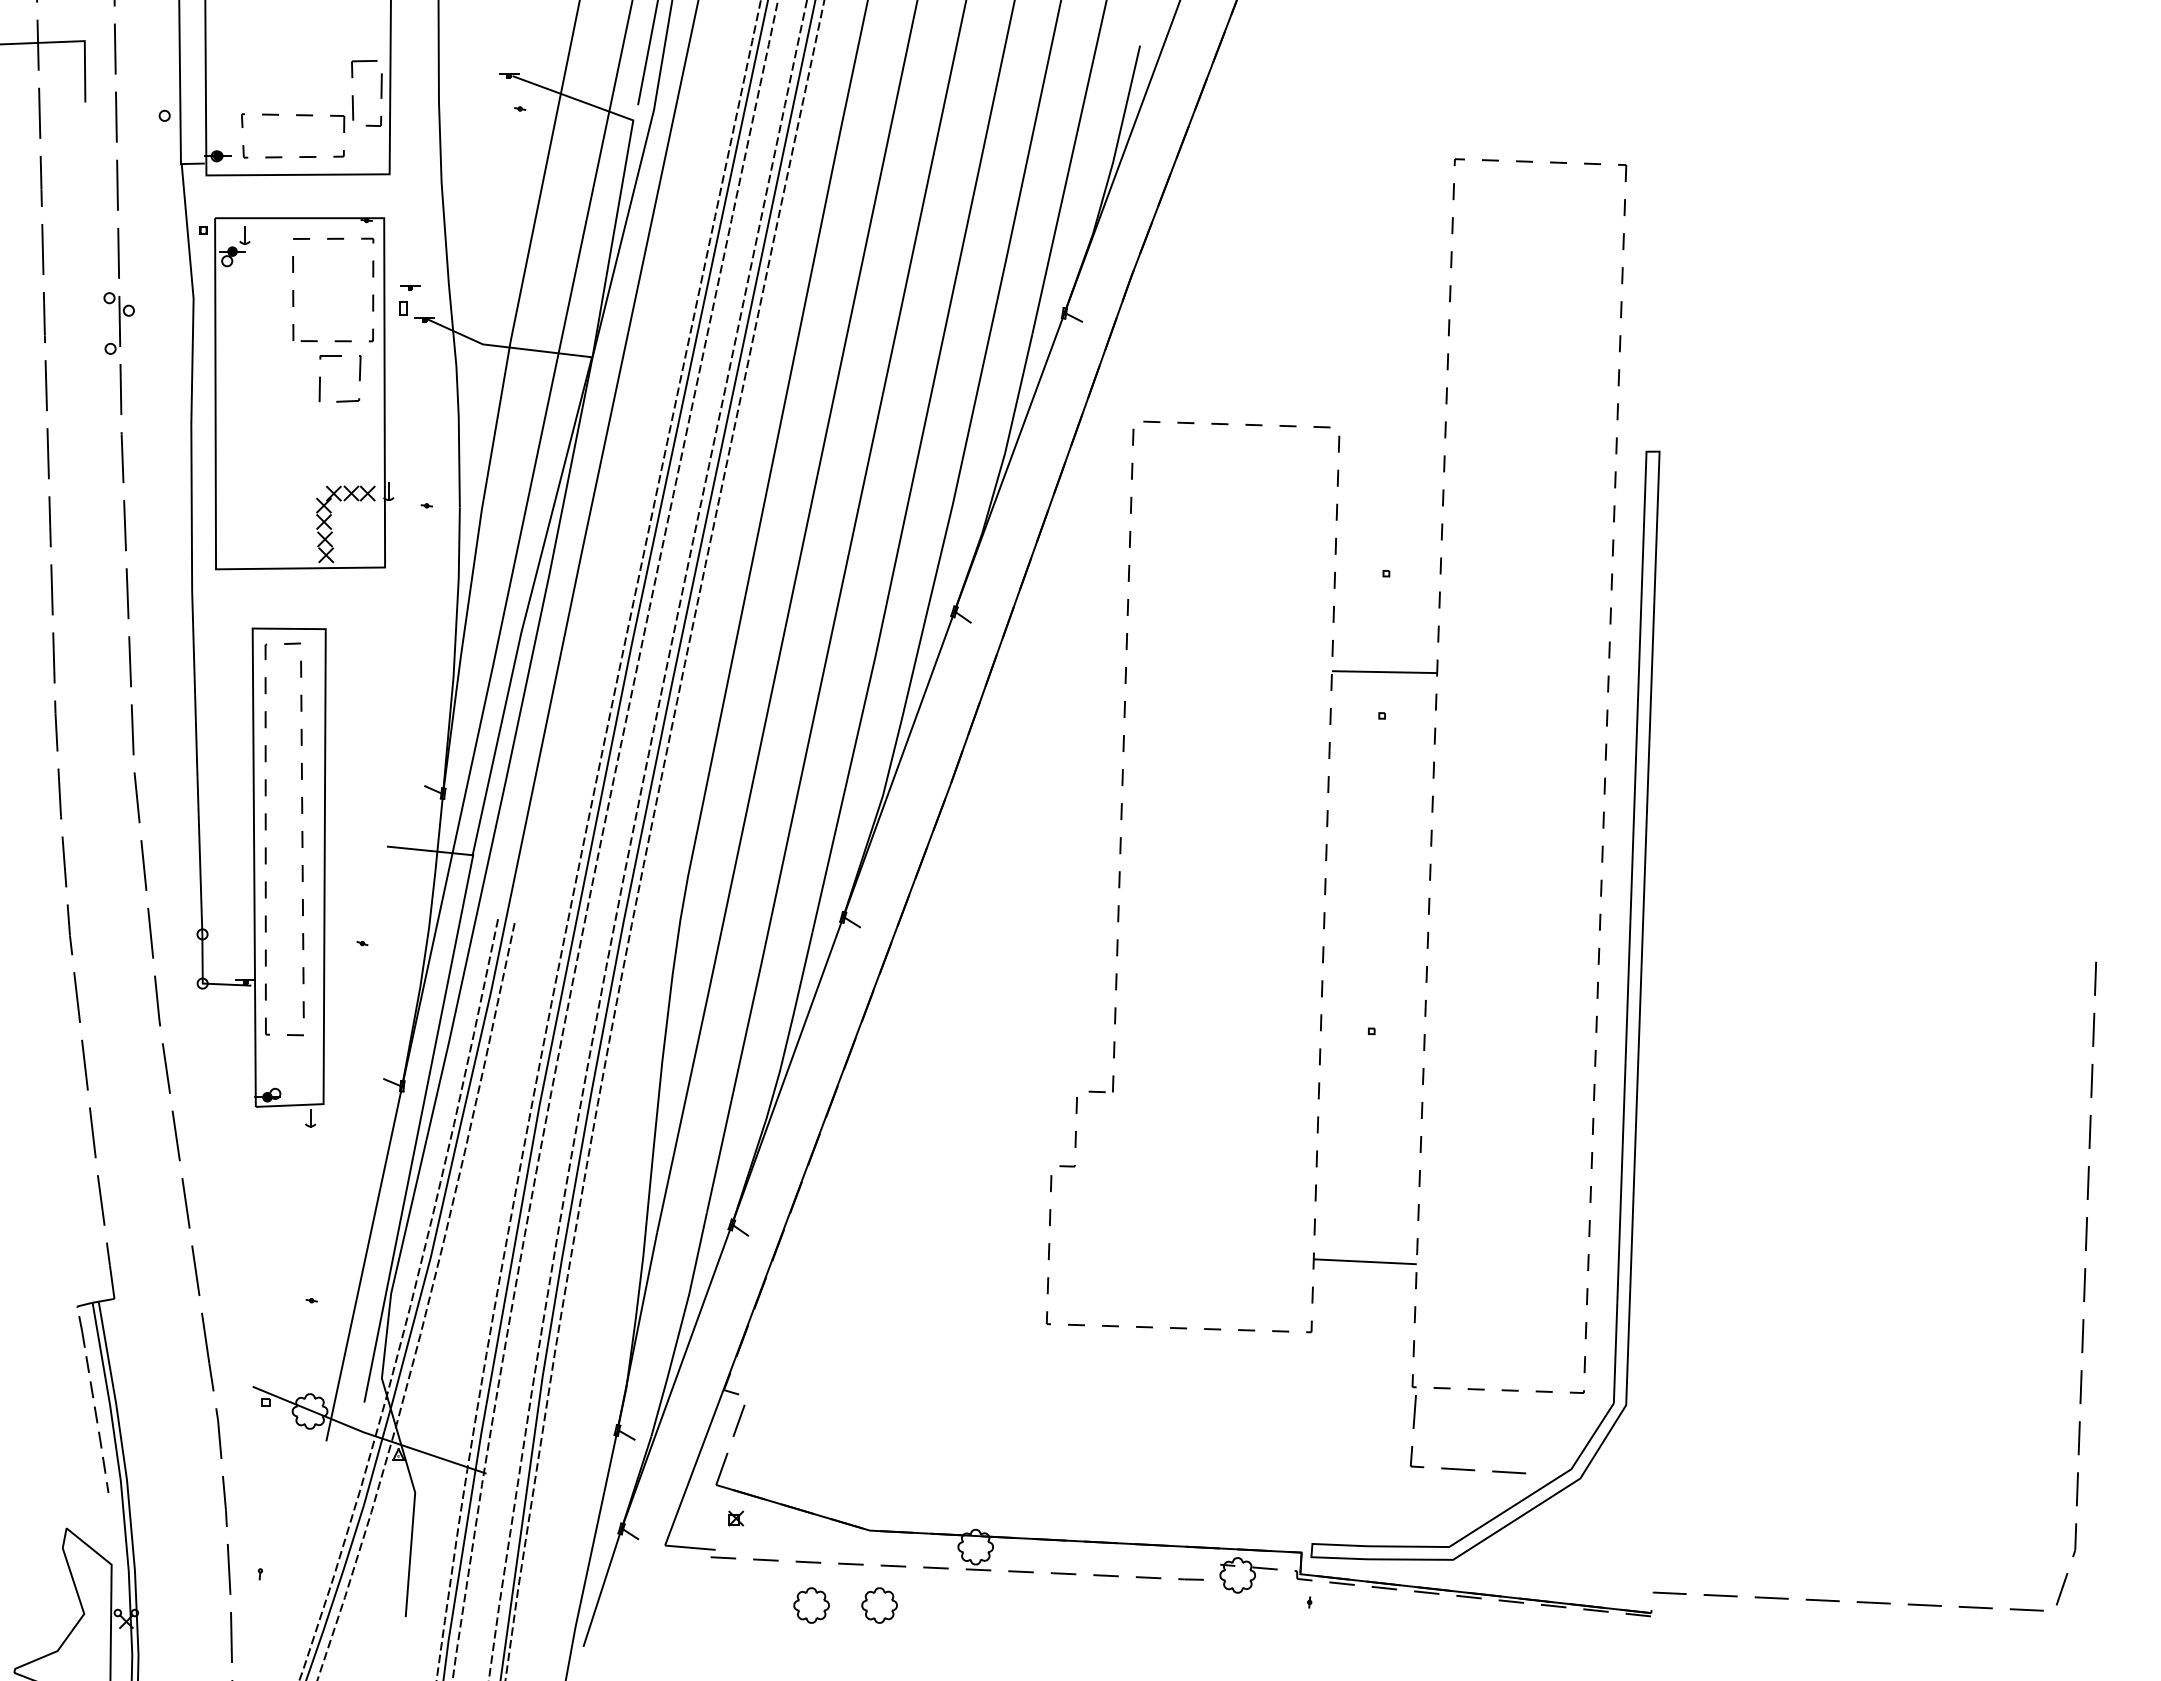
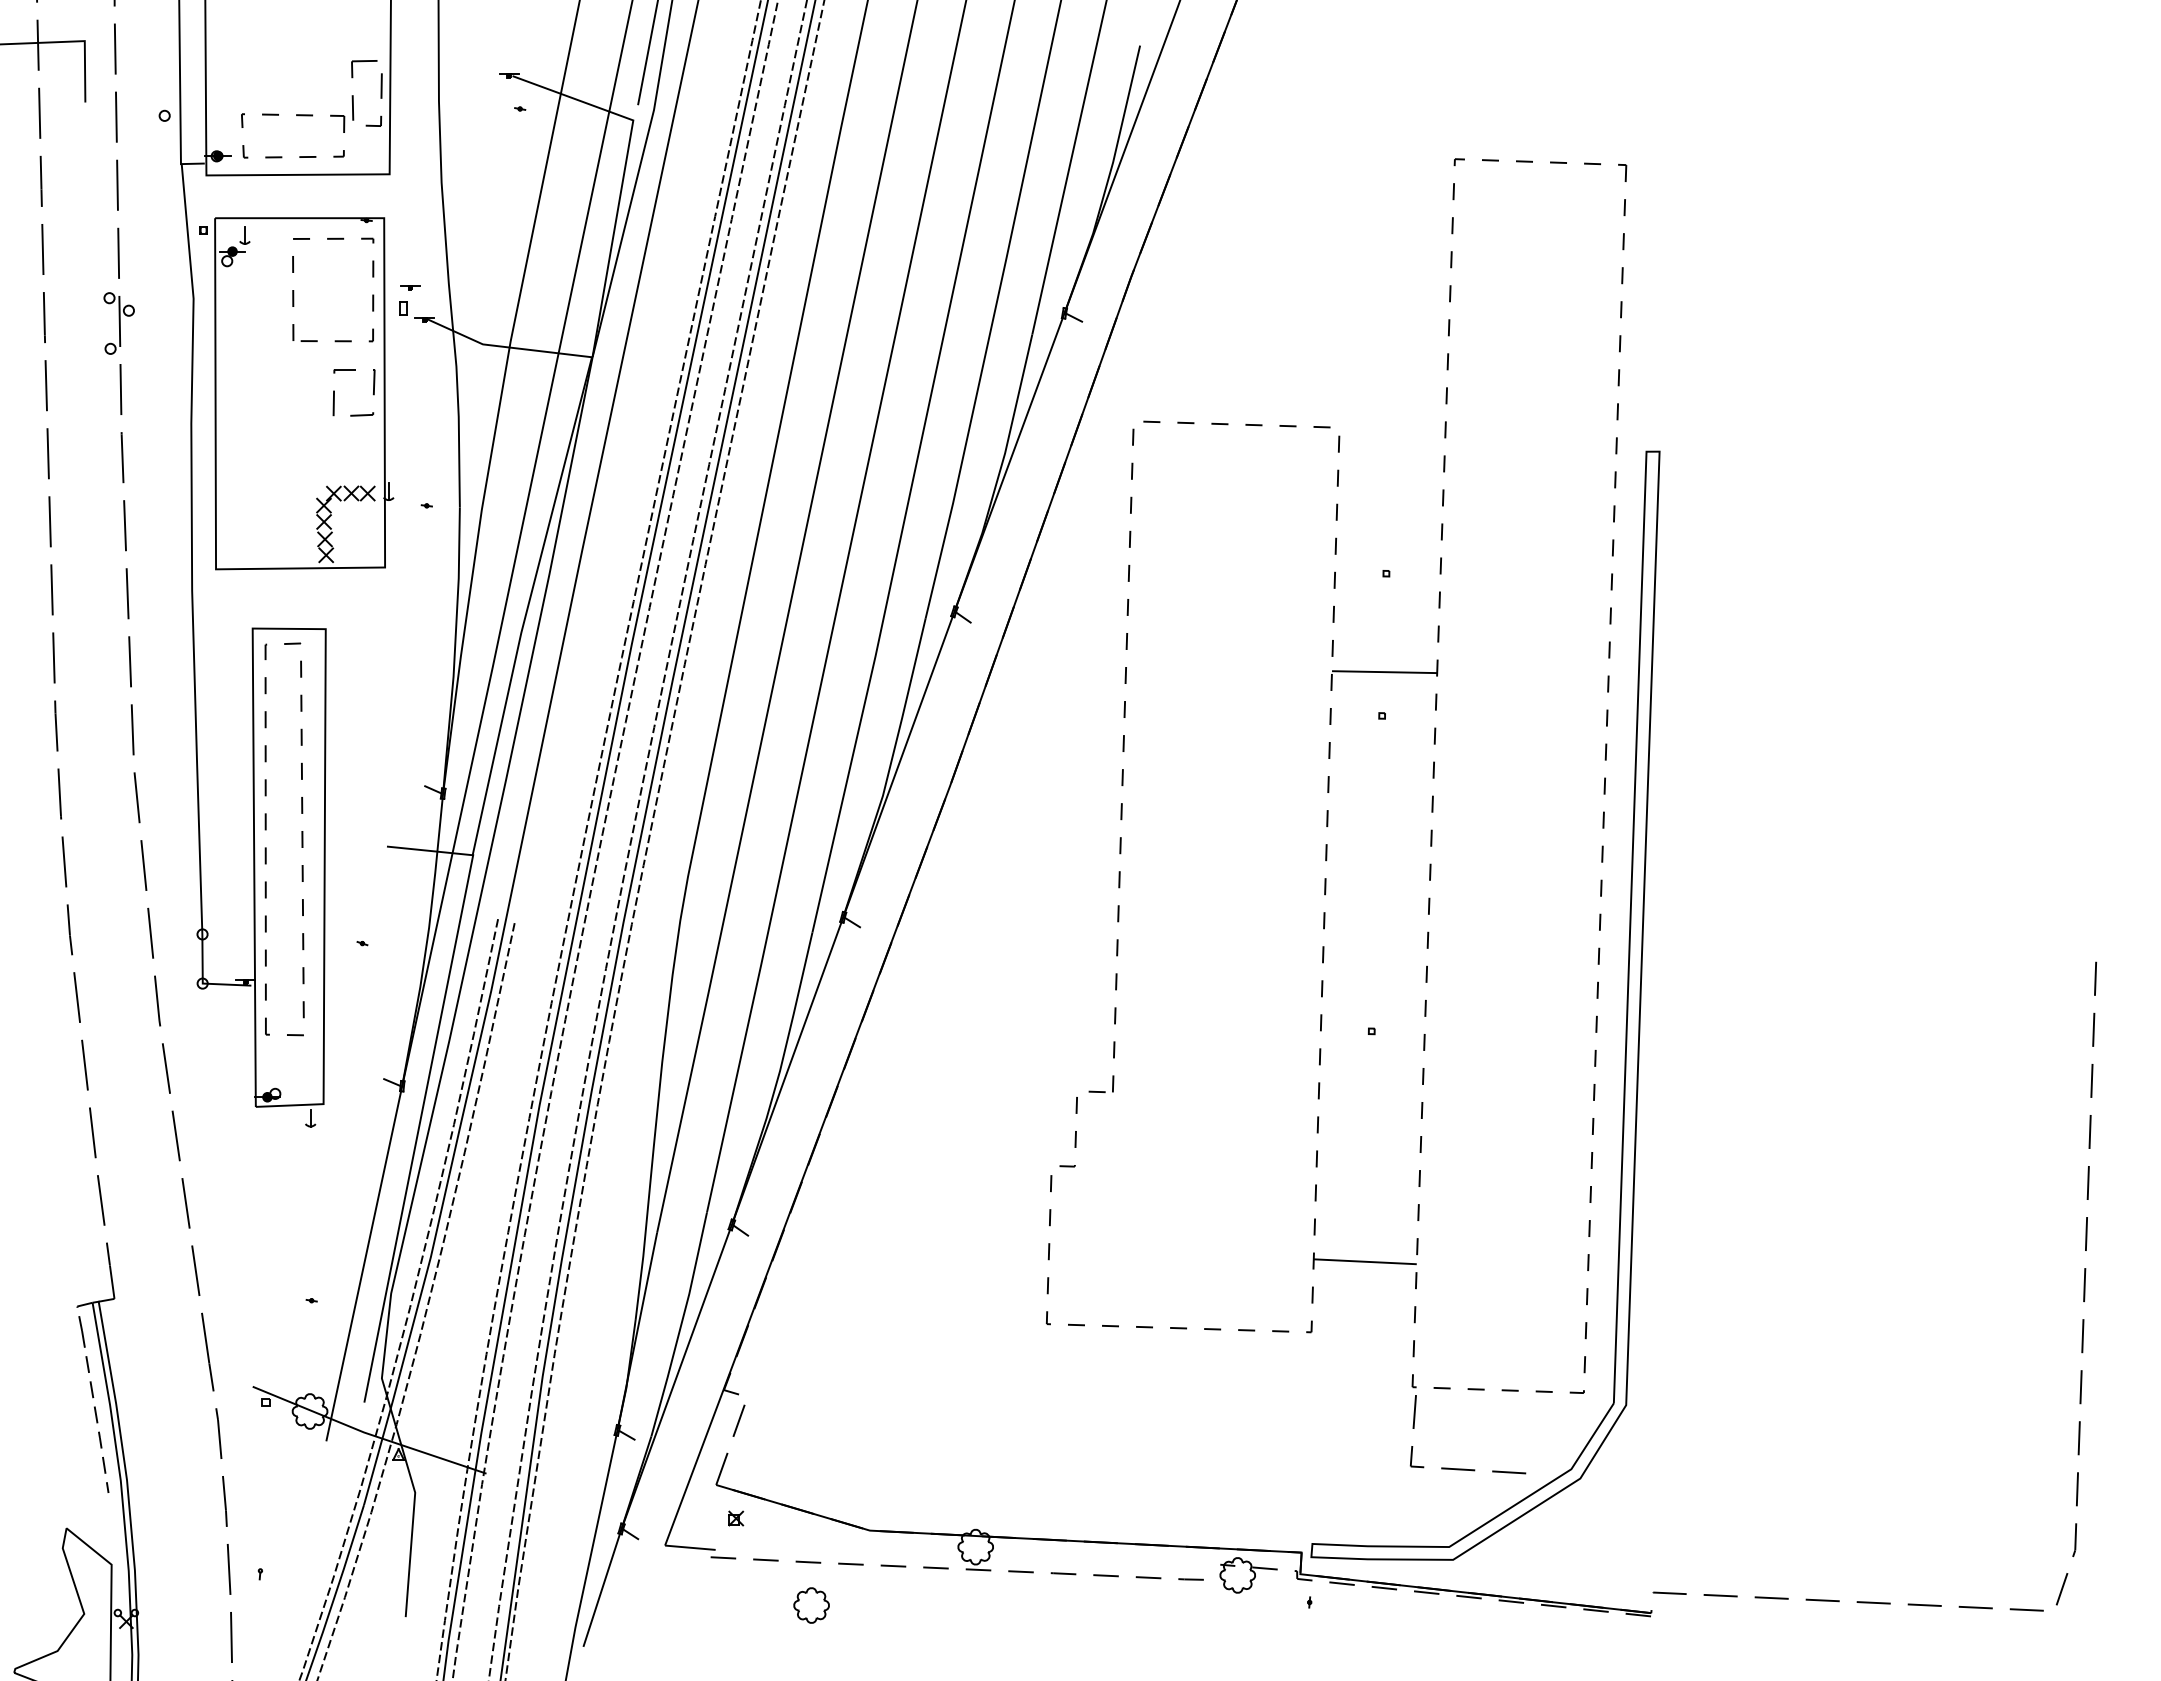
part at (320, 378) position: (320, 378) -> (334, 392)
part at (879, 1605): present -> none
